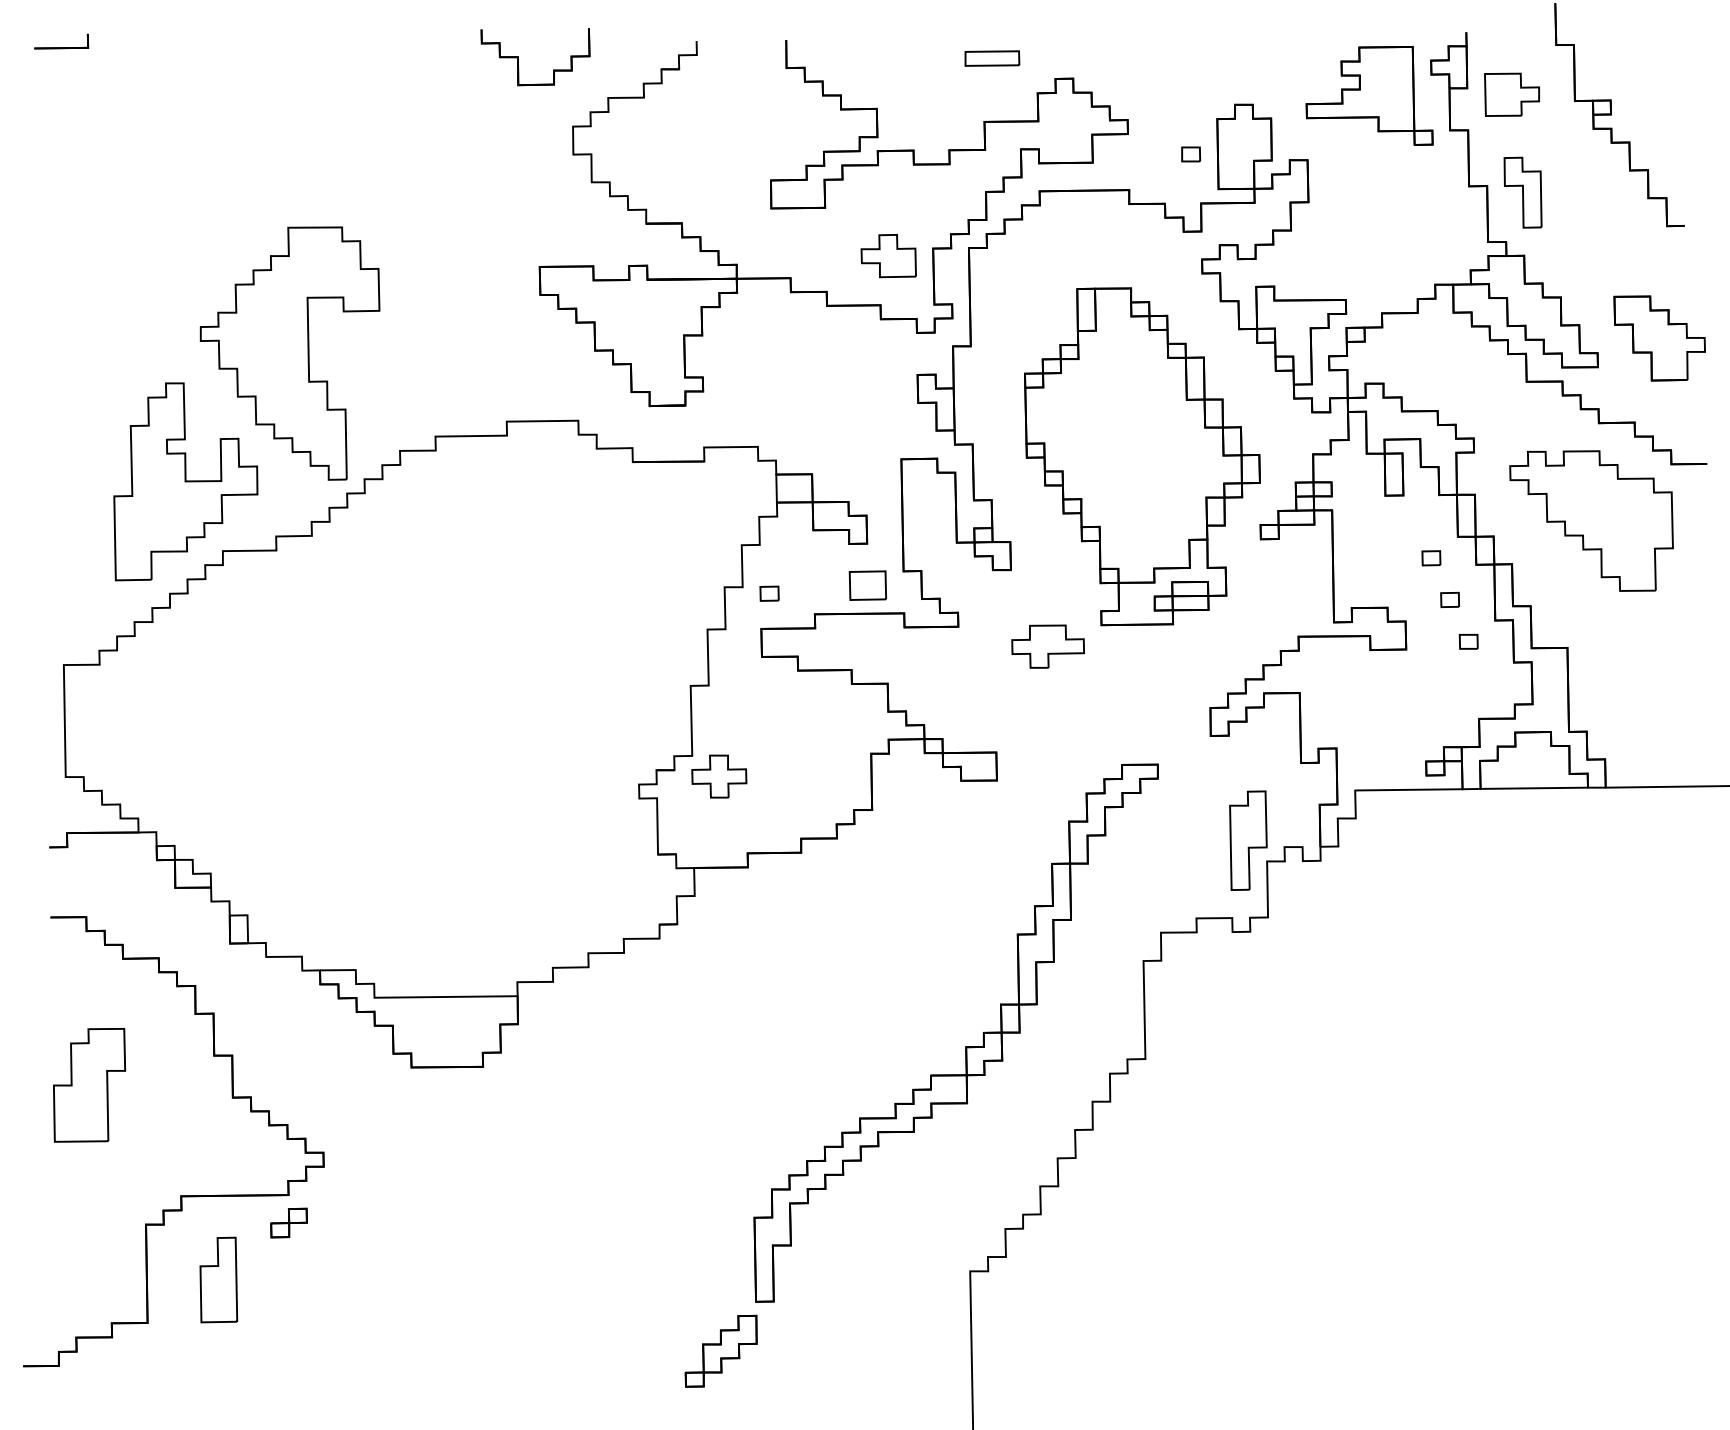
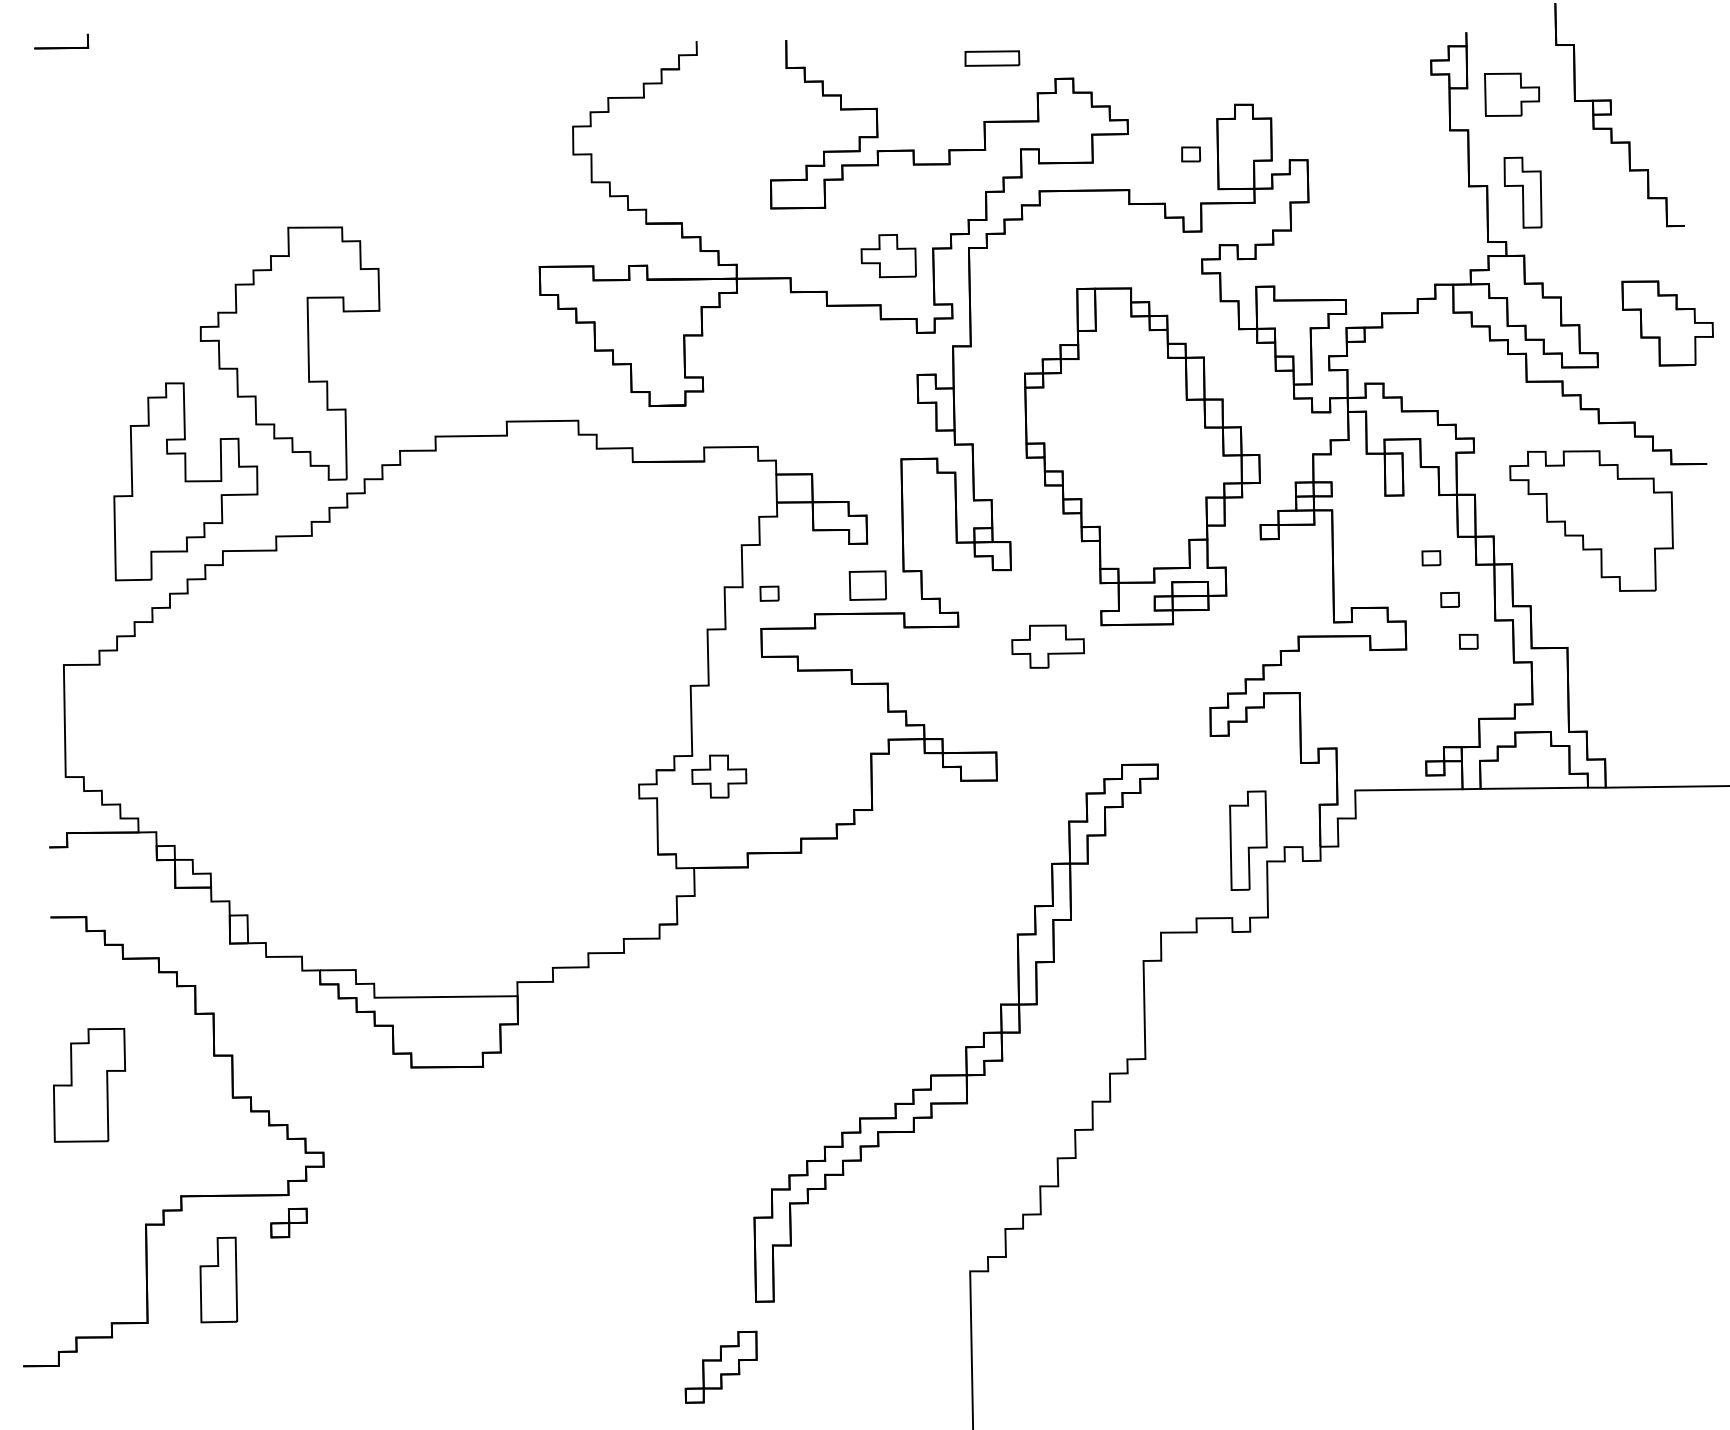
part at (518, 57): present -> none
part at (1369, 95): present -> none
part at (1659, 338) position: (1659, 338) -> (1667, 323)
part at (720, 1350) position: (720, 1350) -> (720, 1366)
